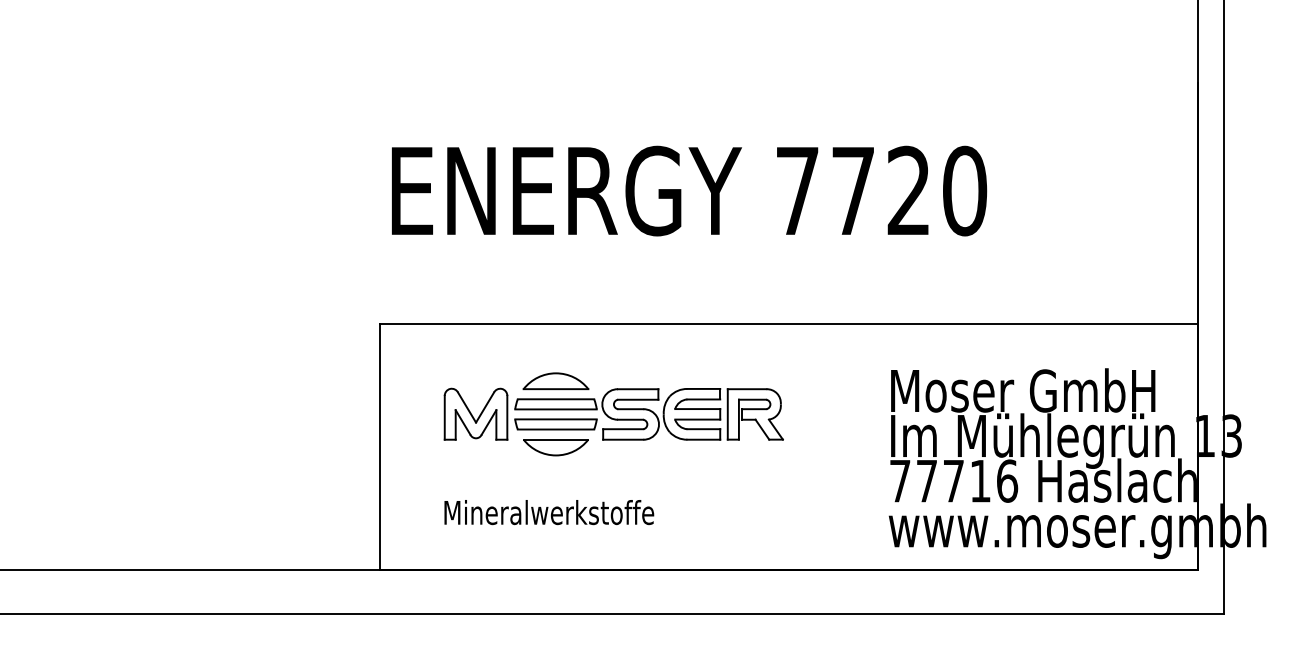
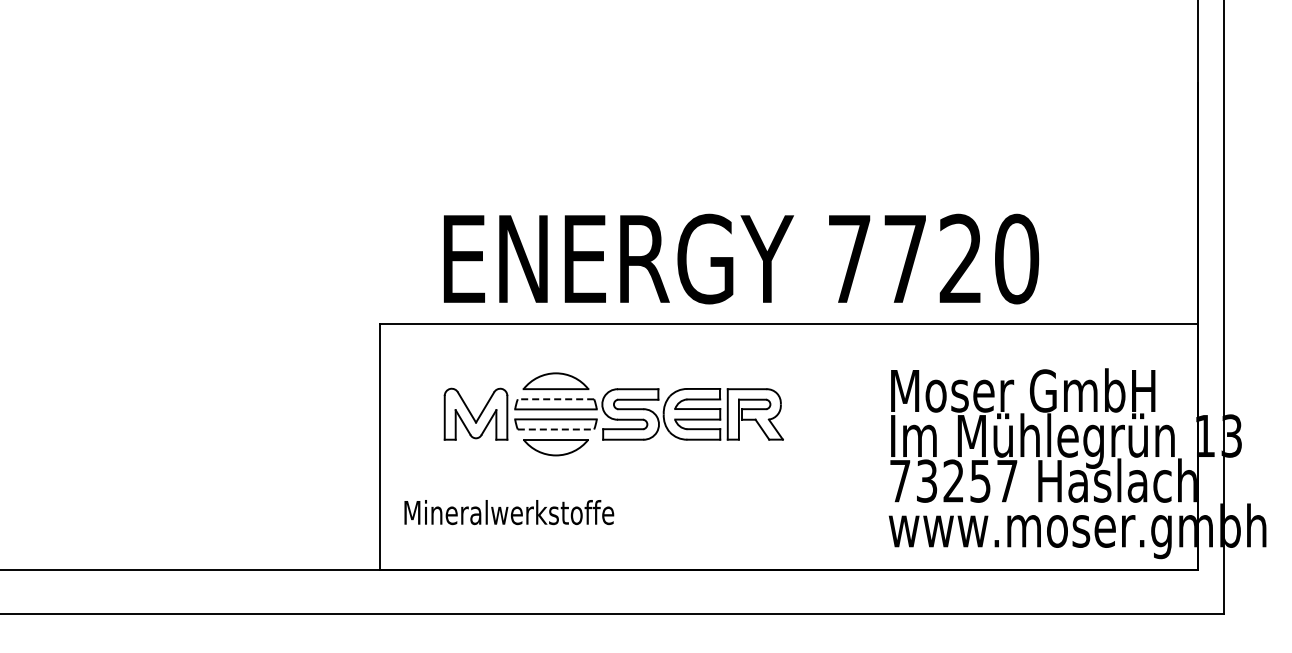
text at (689, 190) position: (689, 190) -> (741, 258)
line at (555, 399): solid -> dashed
line at (556, 429): solid -> dashed
text at (967, 480): 77716 -> 73257
text at (549, 512) position: (549, 512) -> (509, 512)
